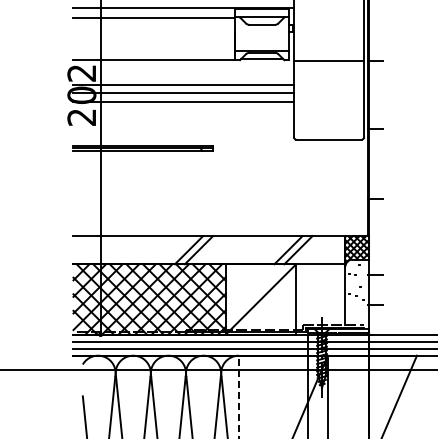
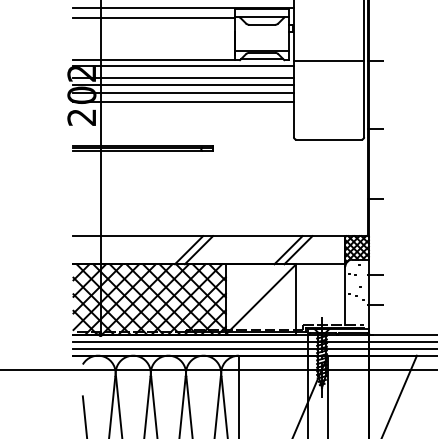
line at (183, 65): none -> present
line at (183, 77): none -> present
line at (238, 396): dashed -> solid
